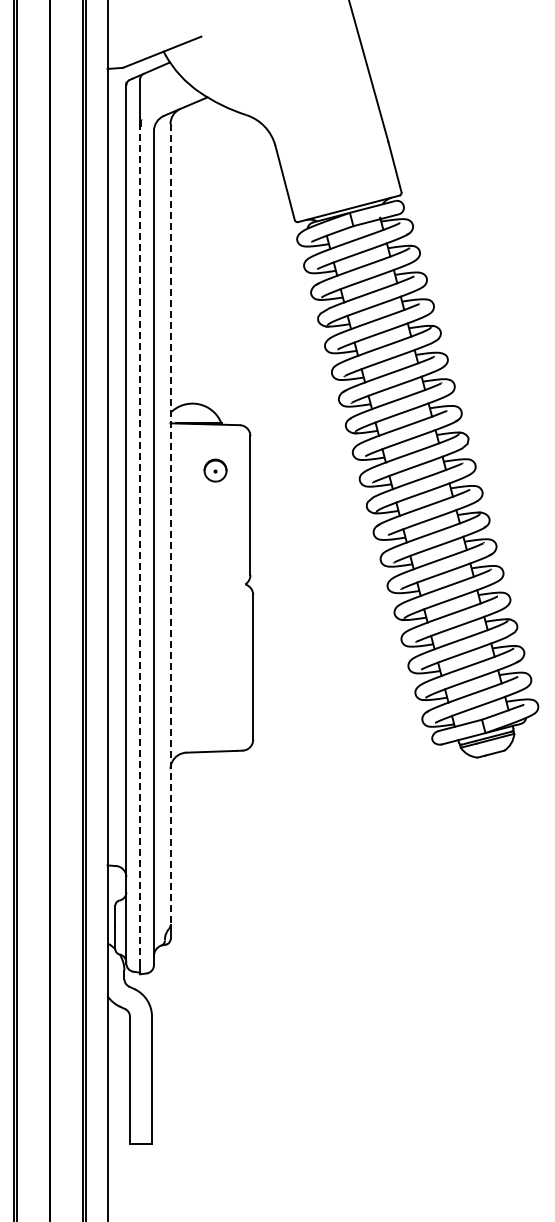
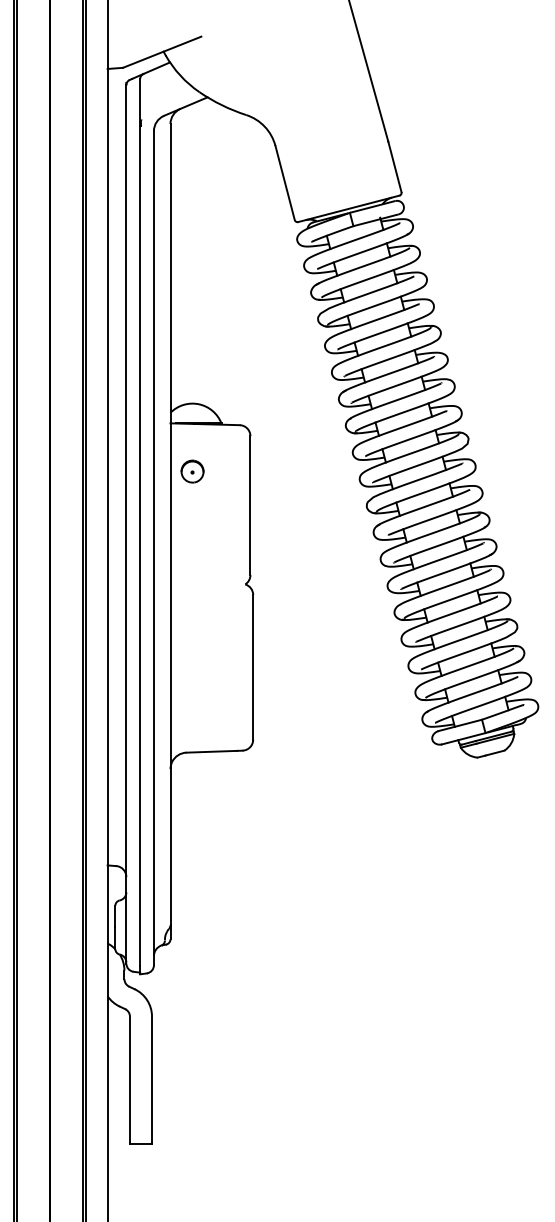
part at (215, 470) position: (215, 470) -> (192, 471)
line at (170, 524): dashed -> solid
line at (140, 545): dashed -> solid
